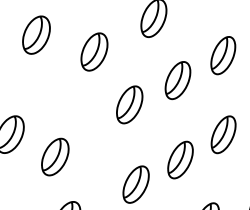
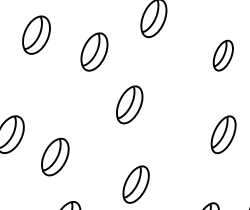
part at (223, 55) size: 27x40 px -> 22x33 px
part at (177, 80): present -> none
part at (180, 159): present -> none
